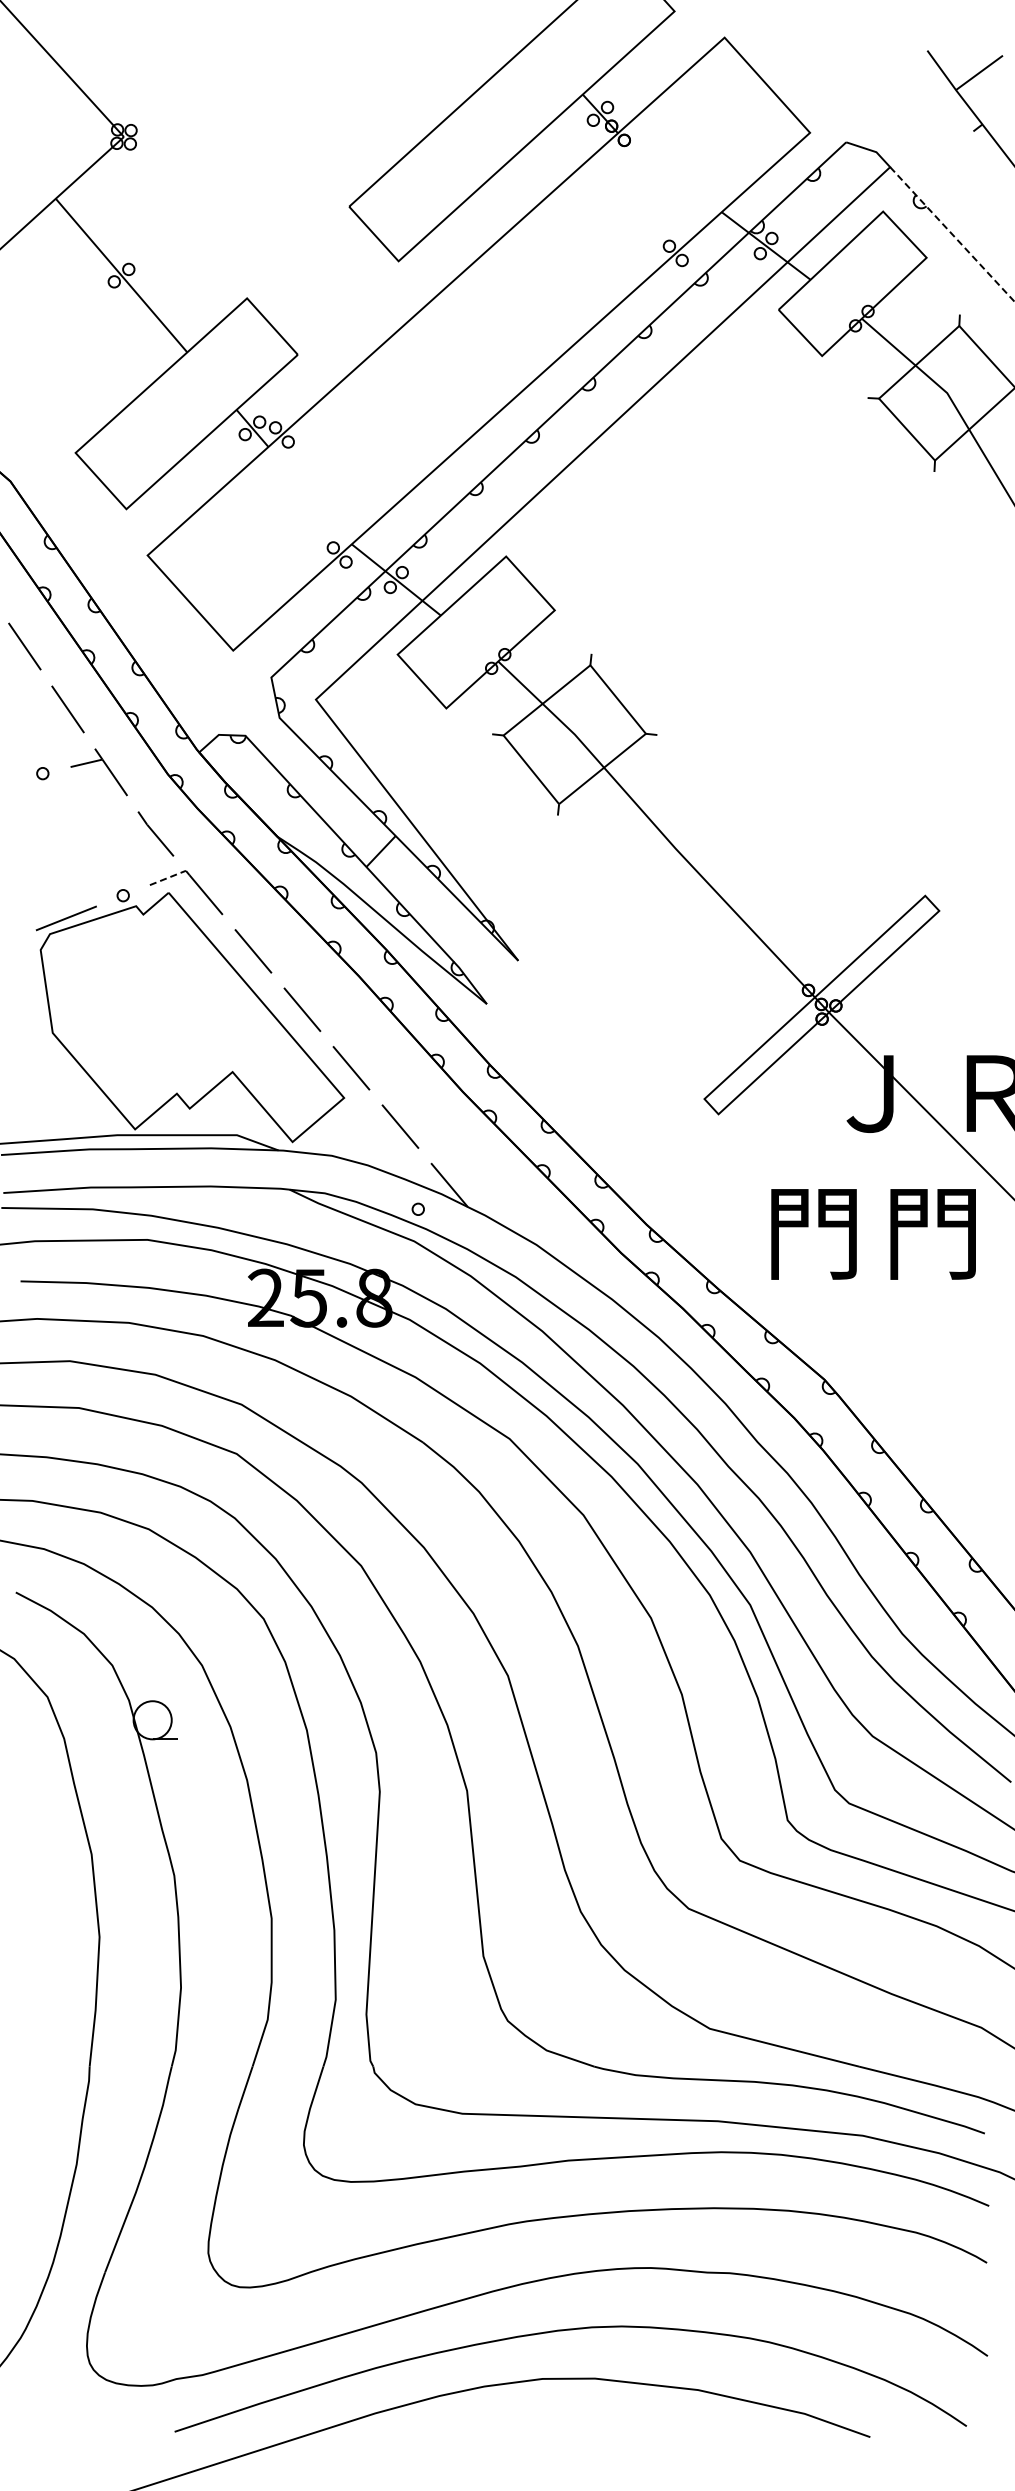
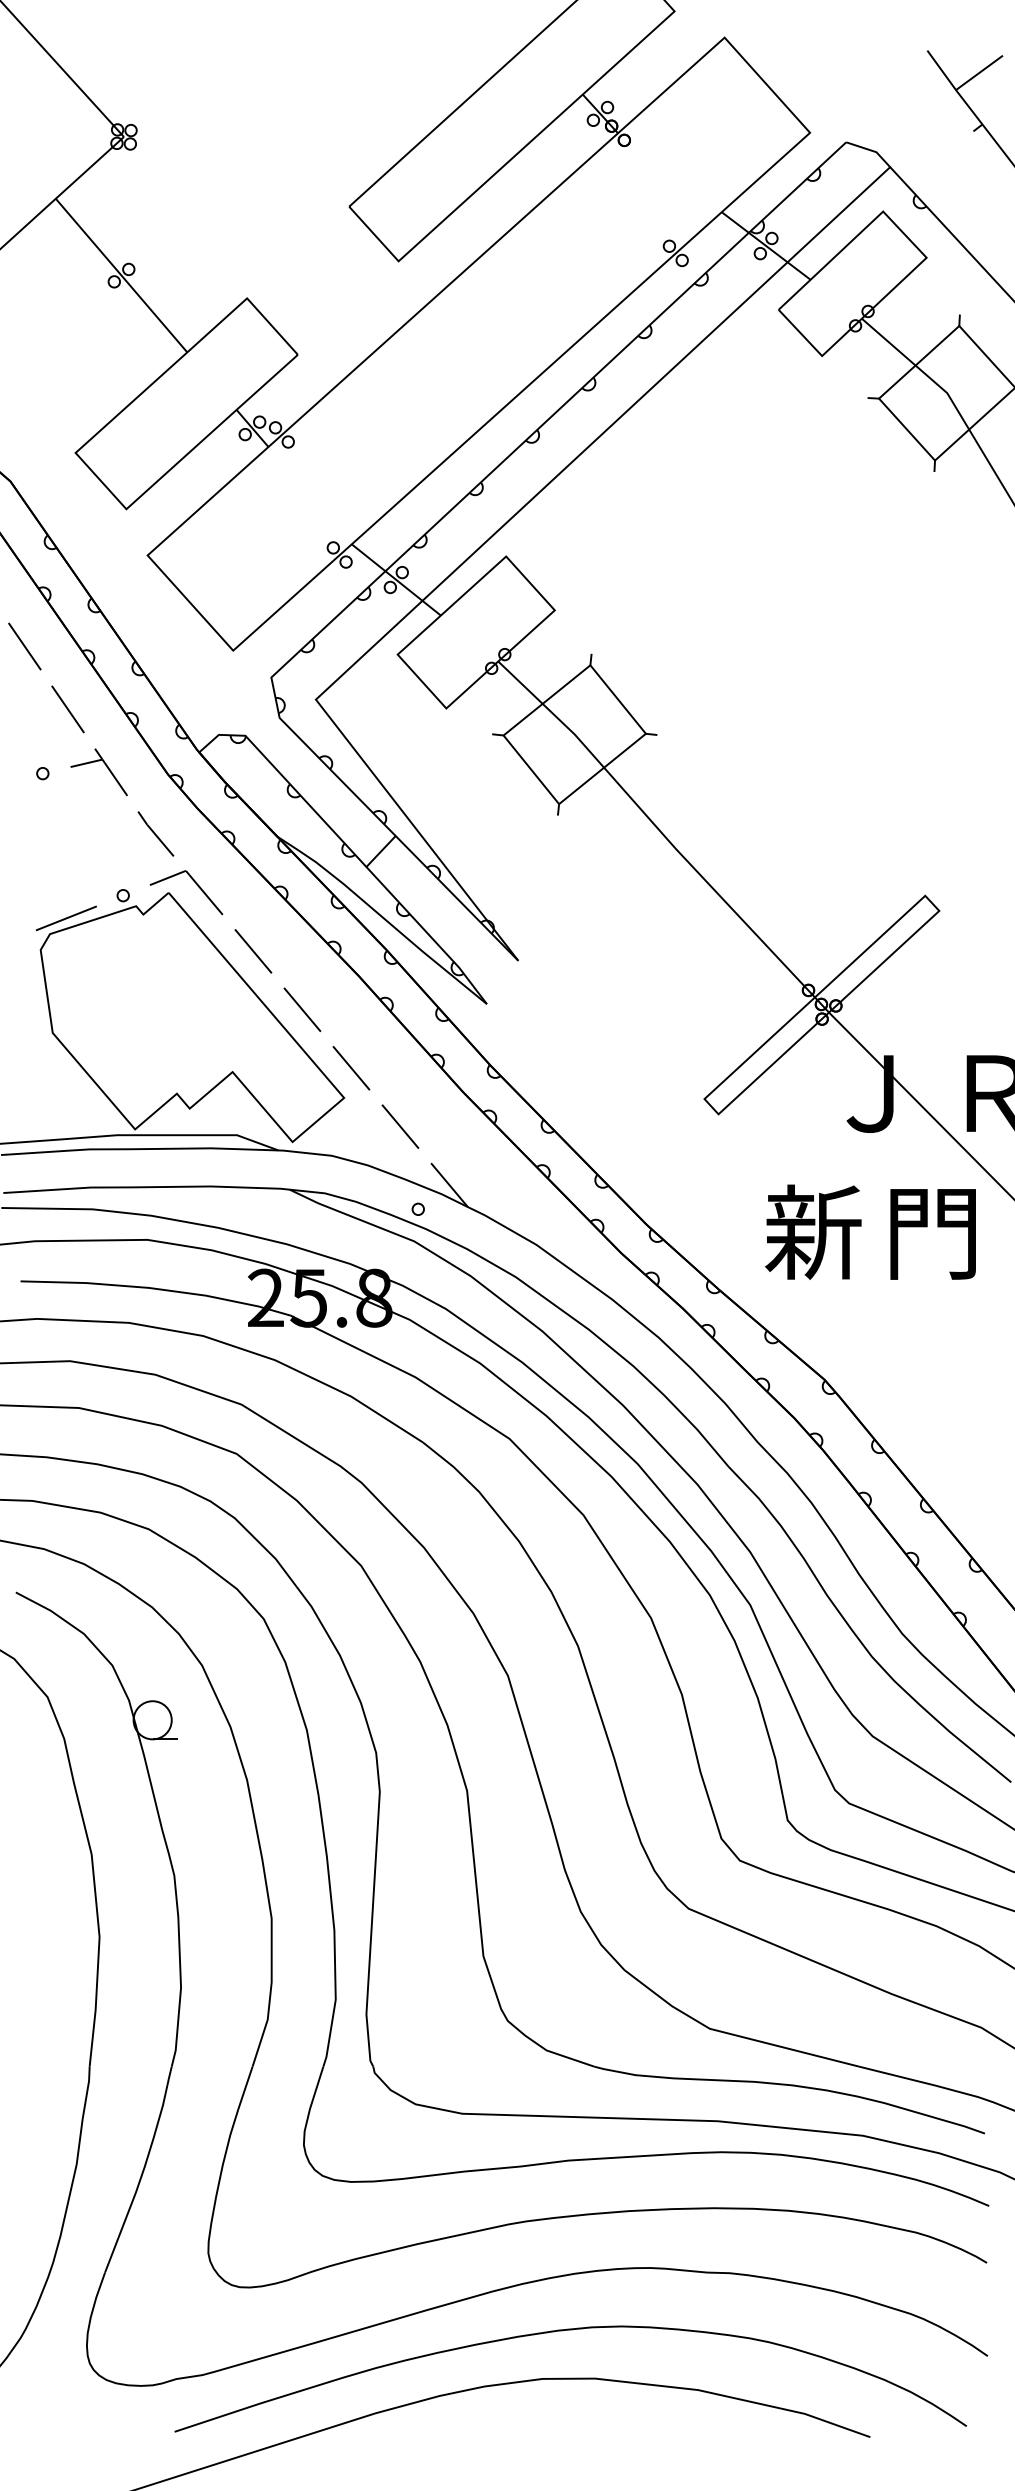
line at (953, 235): dashed -> solid
line at (168, 877): dashed -> solid
text at (812, 1231): 門 -> 新
